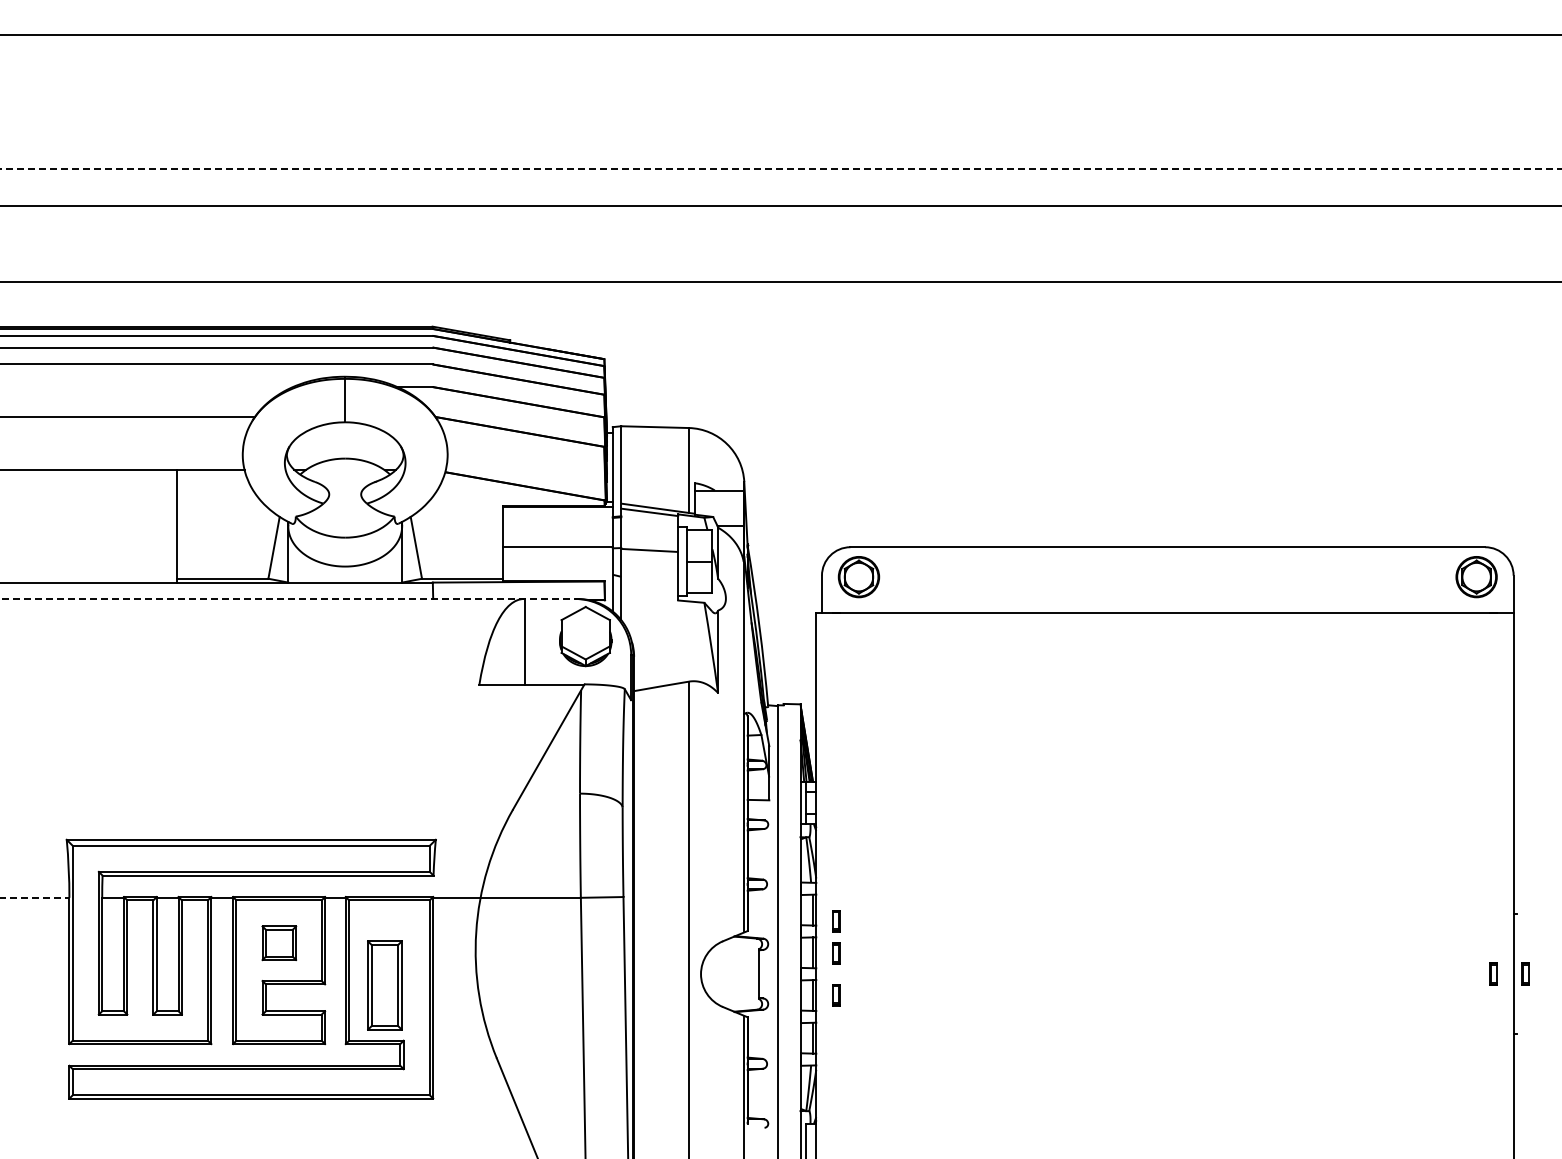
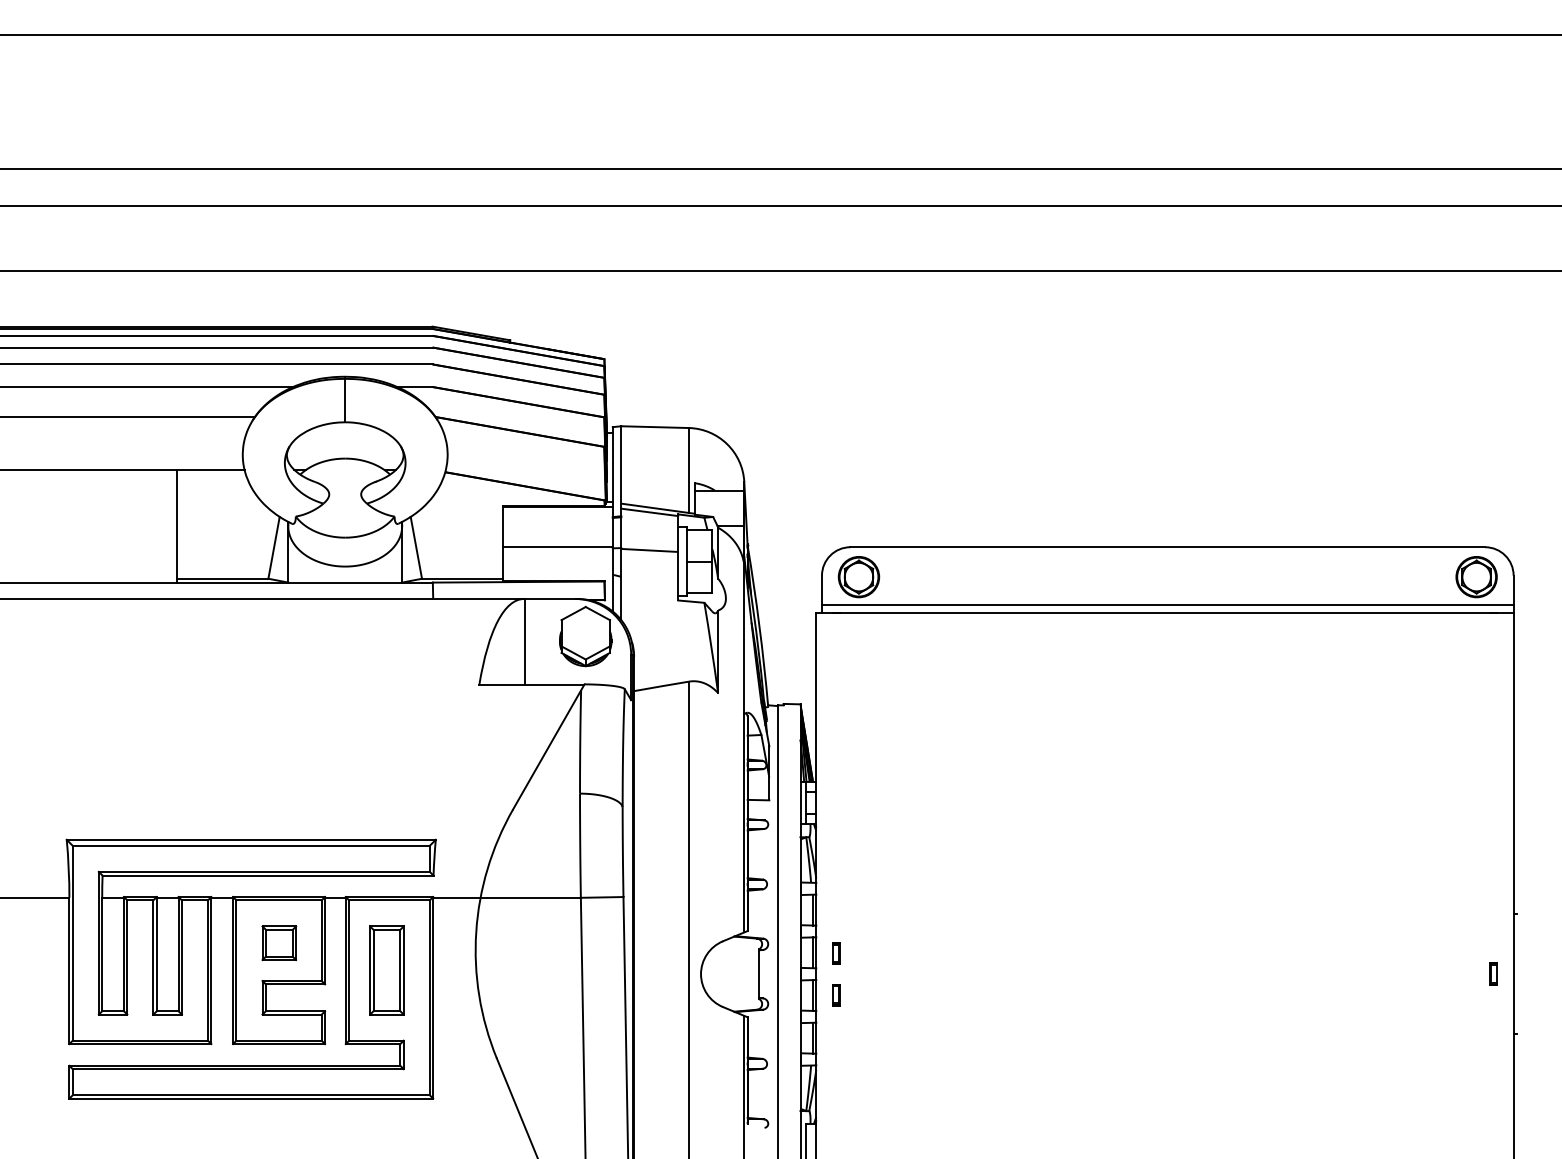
line at (781, 168): dashed -> solid
line at (780, 282) position: (780, 282) -> (780, 271)
line at (147, 387): none -> present
line at (289, 598): dashed -> solid
line at (1167, 605): none -> present
line at (35, 897): dashed -> solid
part at (836, 921): present -> none
part at (1525, 973): present -> none
part at (384, 985) position: (384, 985) -> (386, 970)
